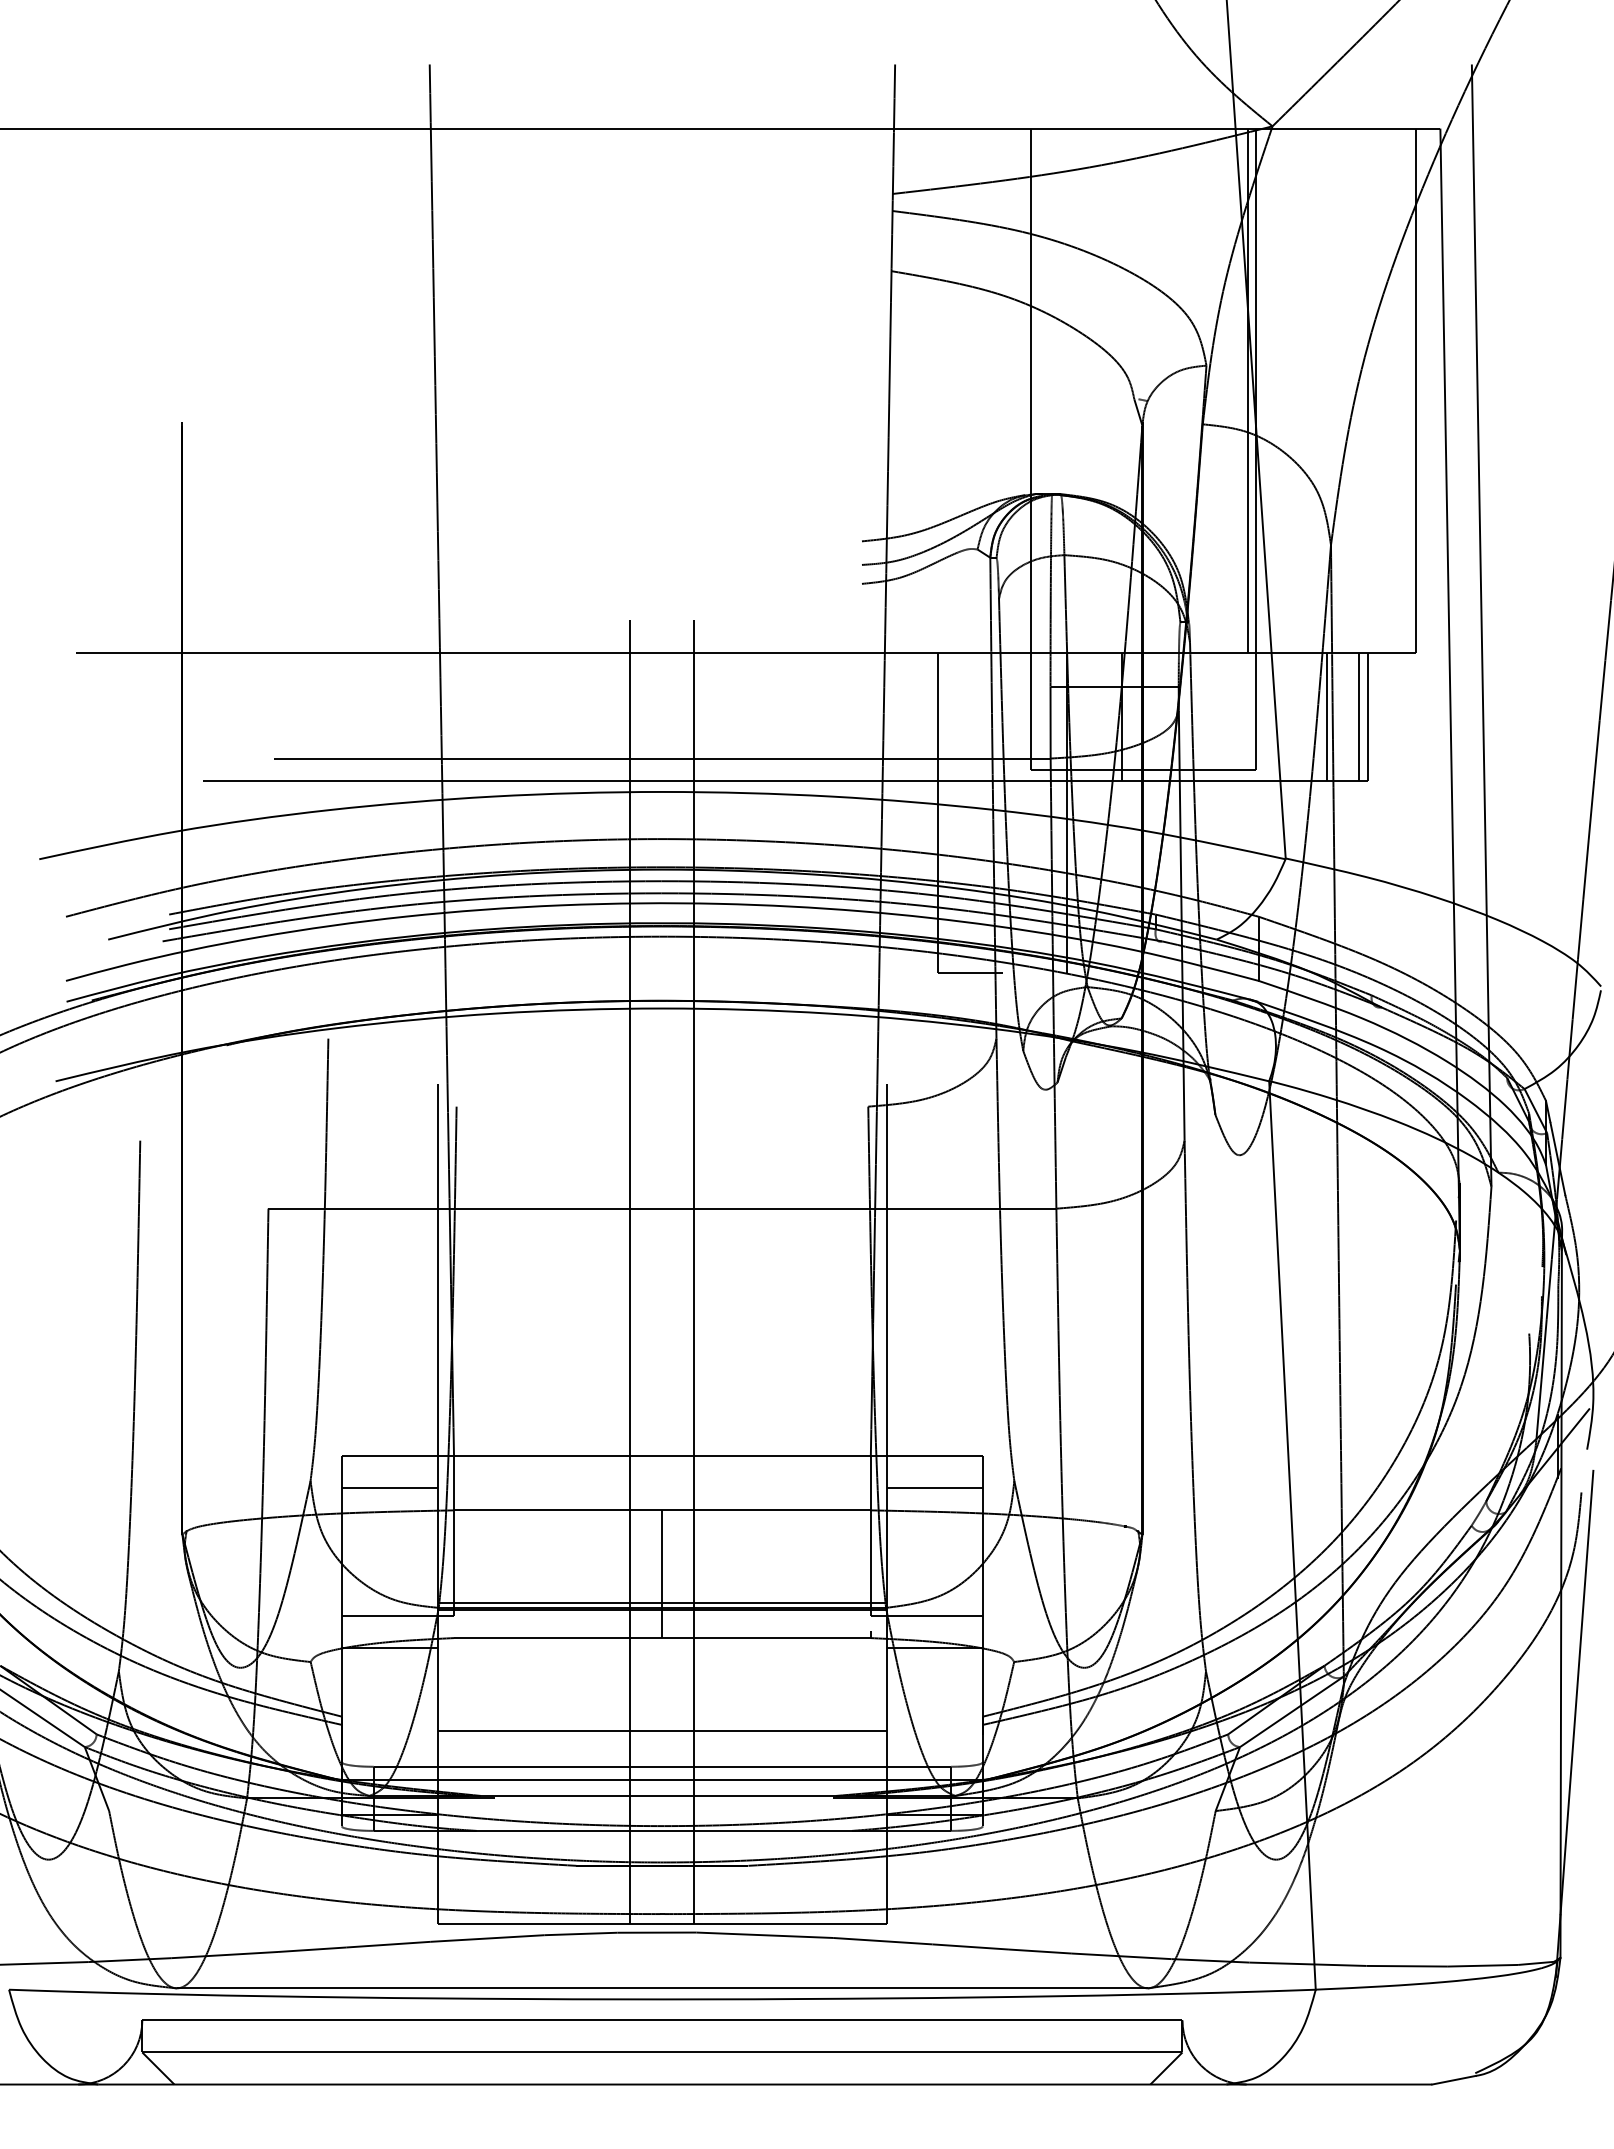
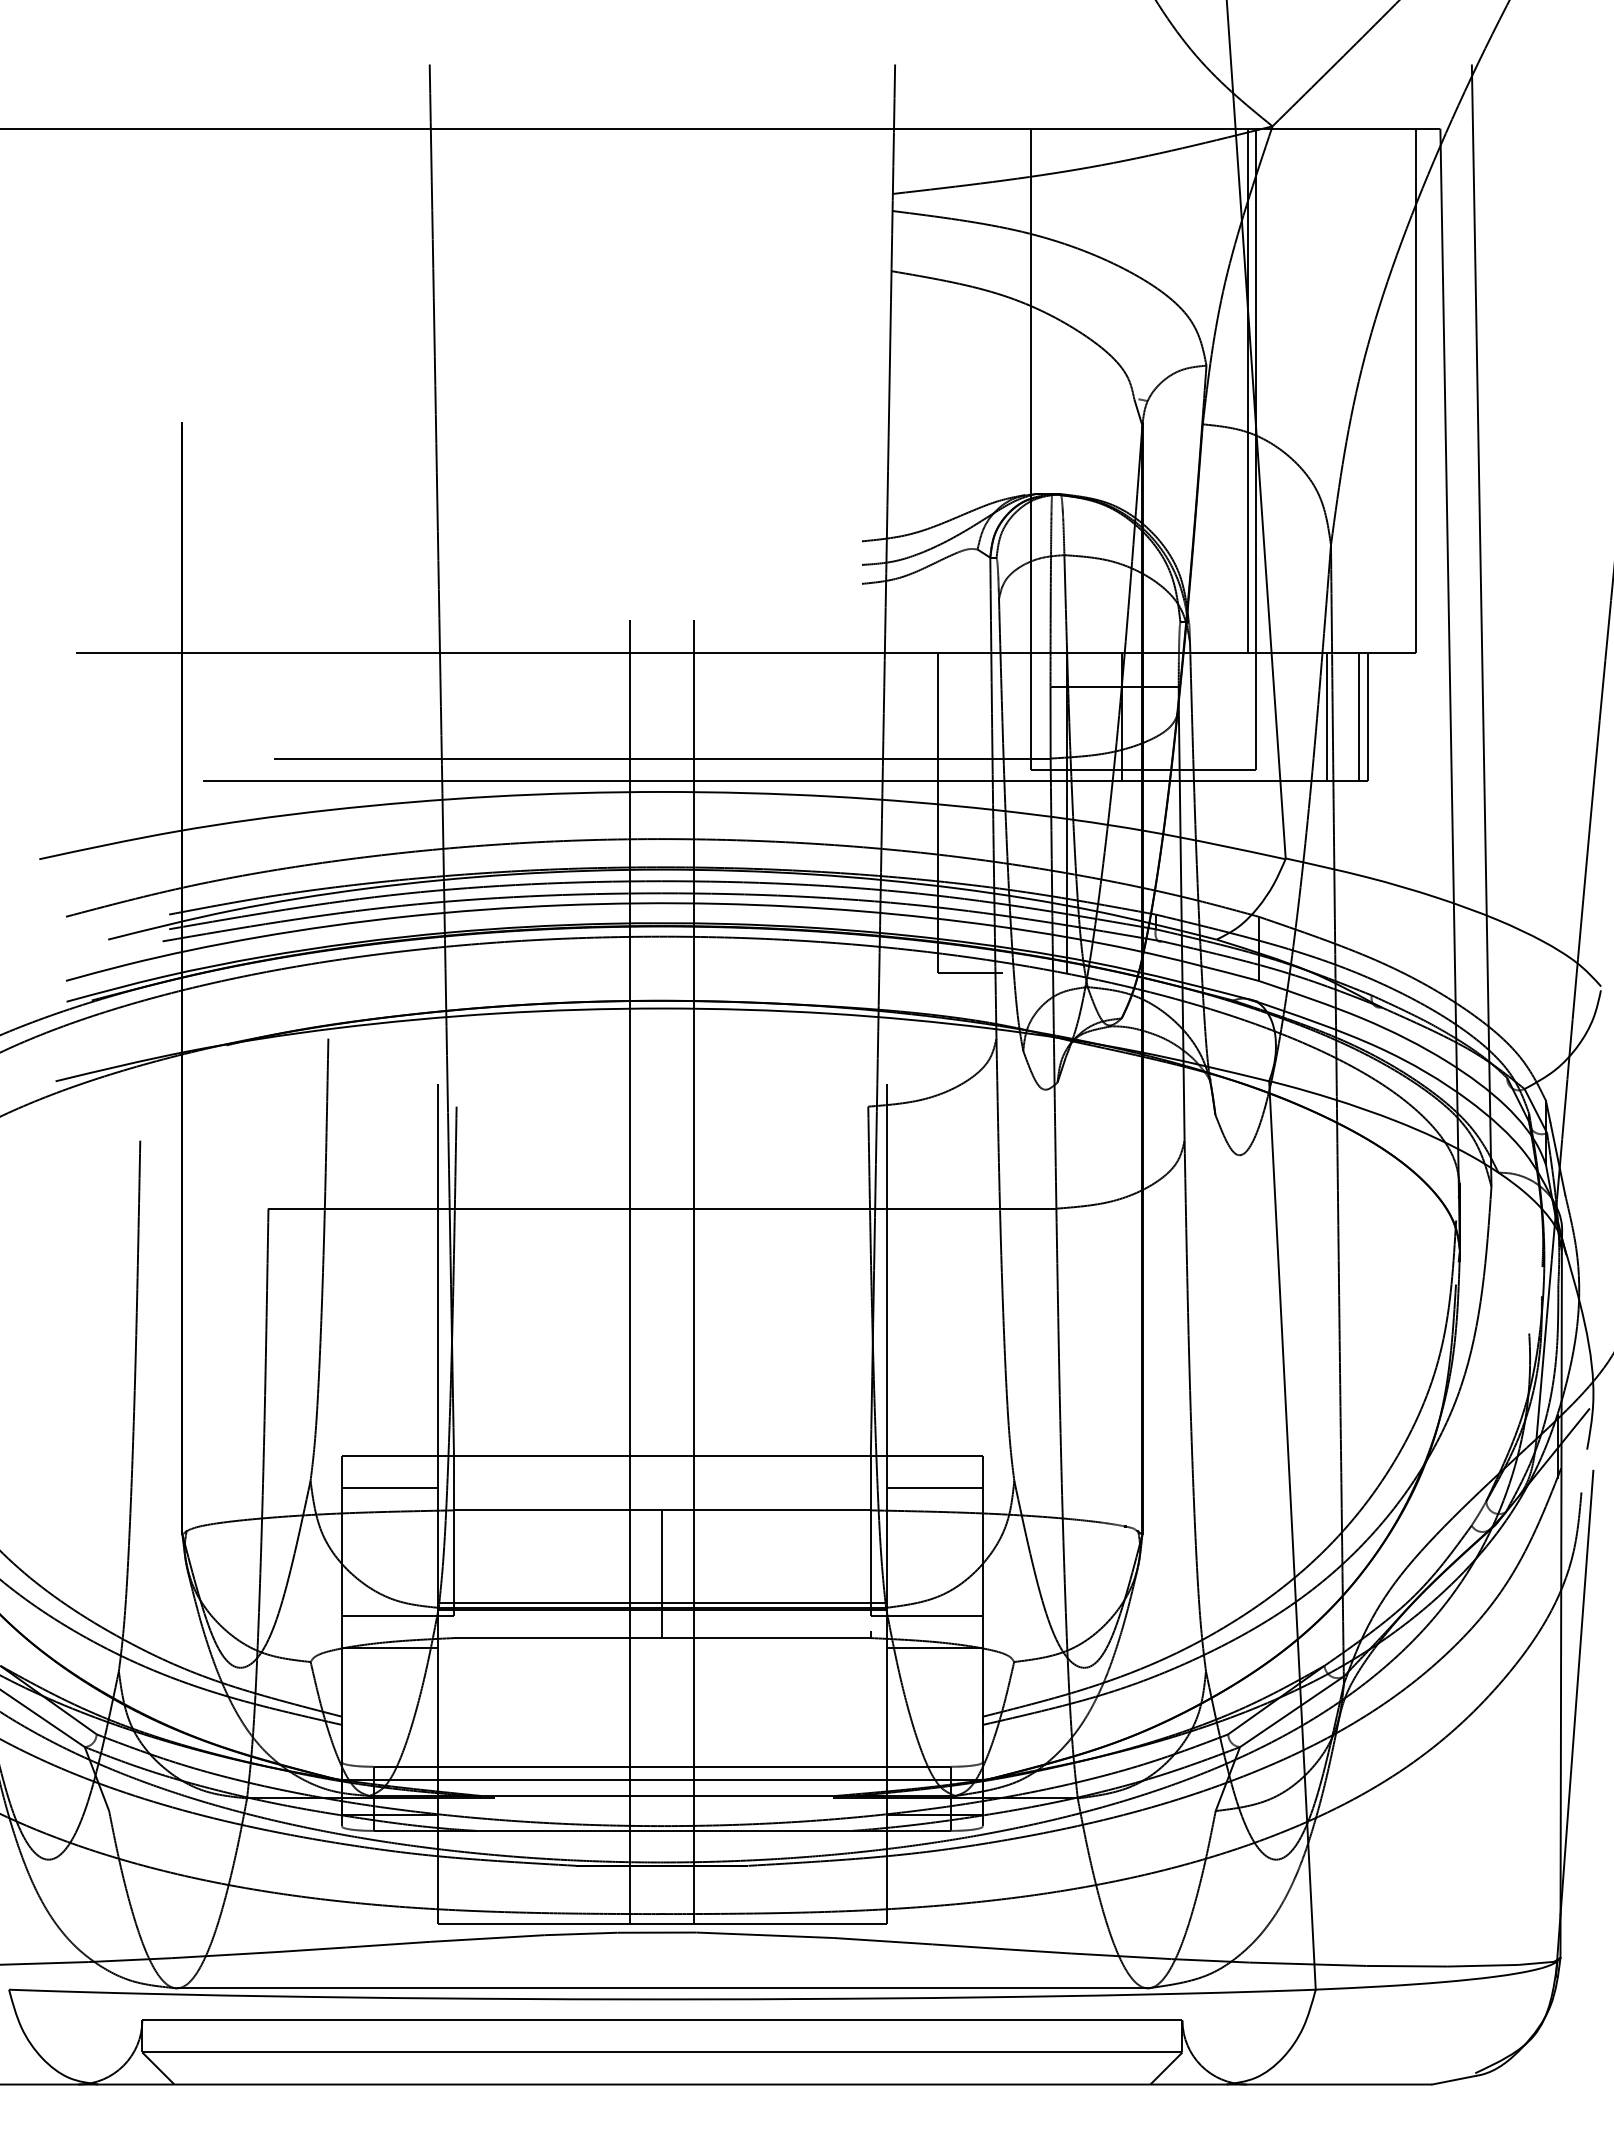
line at (661, 1730): present -> none
